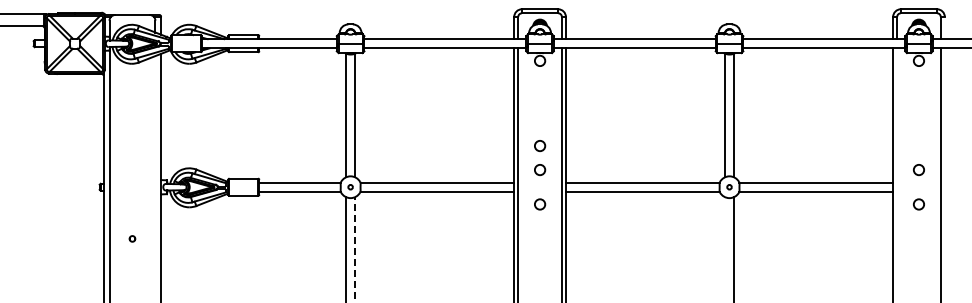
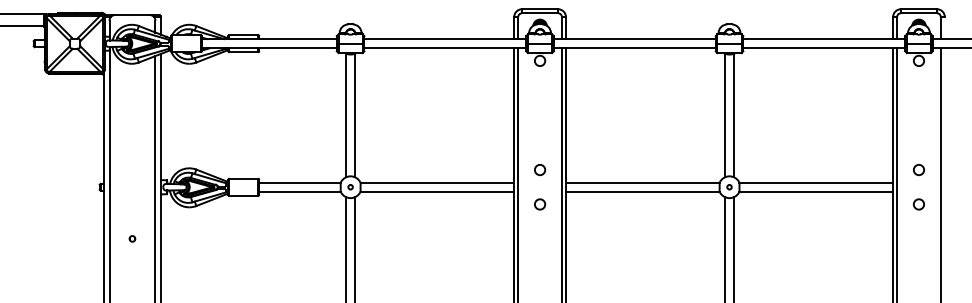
circle at (540, 146): present -> none
line at (897, 173): none -> present
line at (155, 177): none -> present
line at (724, 248): none -> present
line at (355, 250): dashed -> solid
